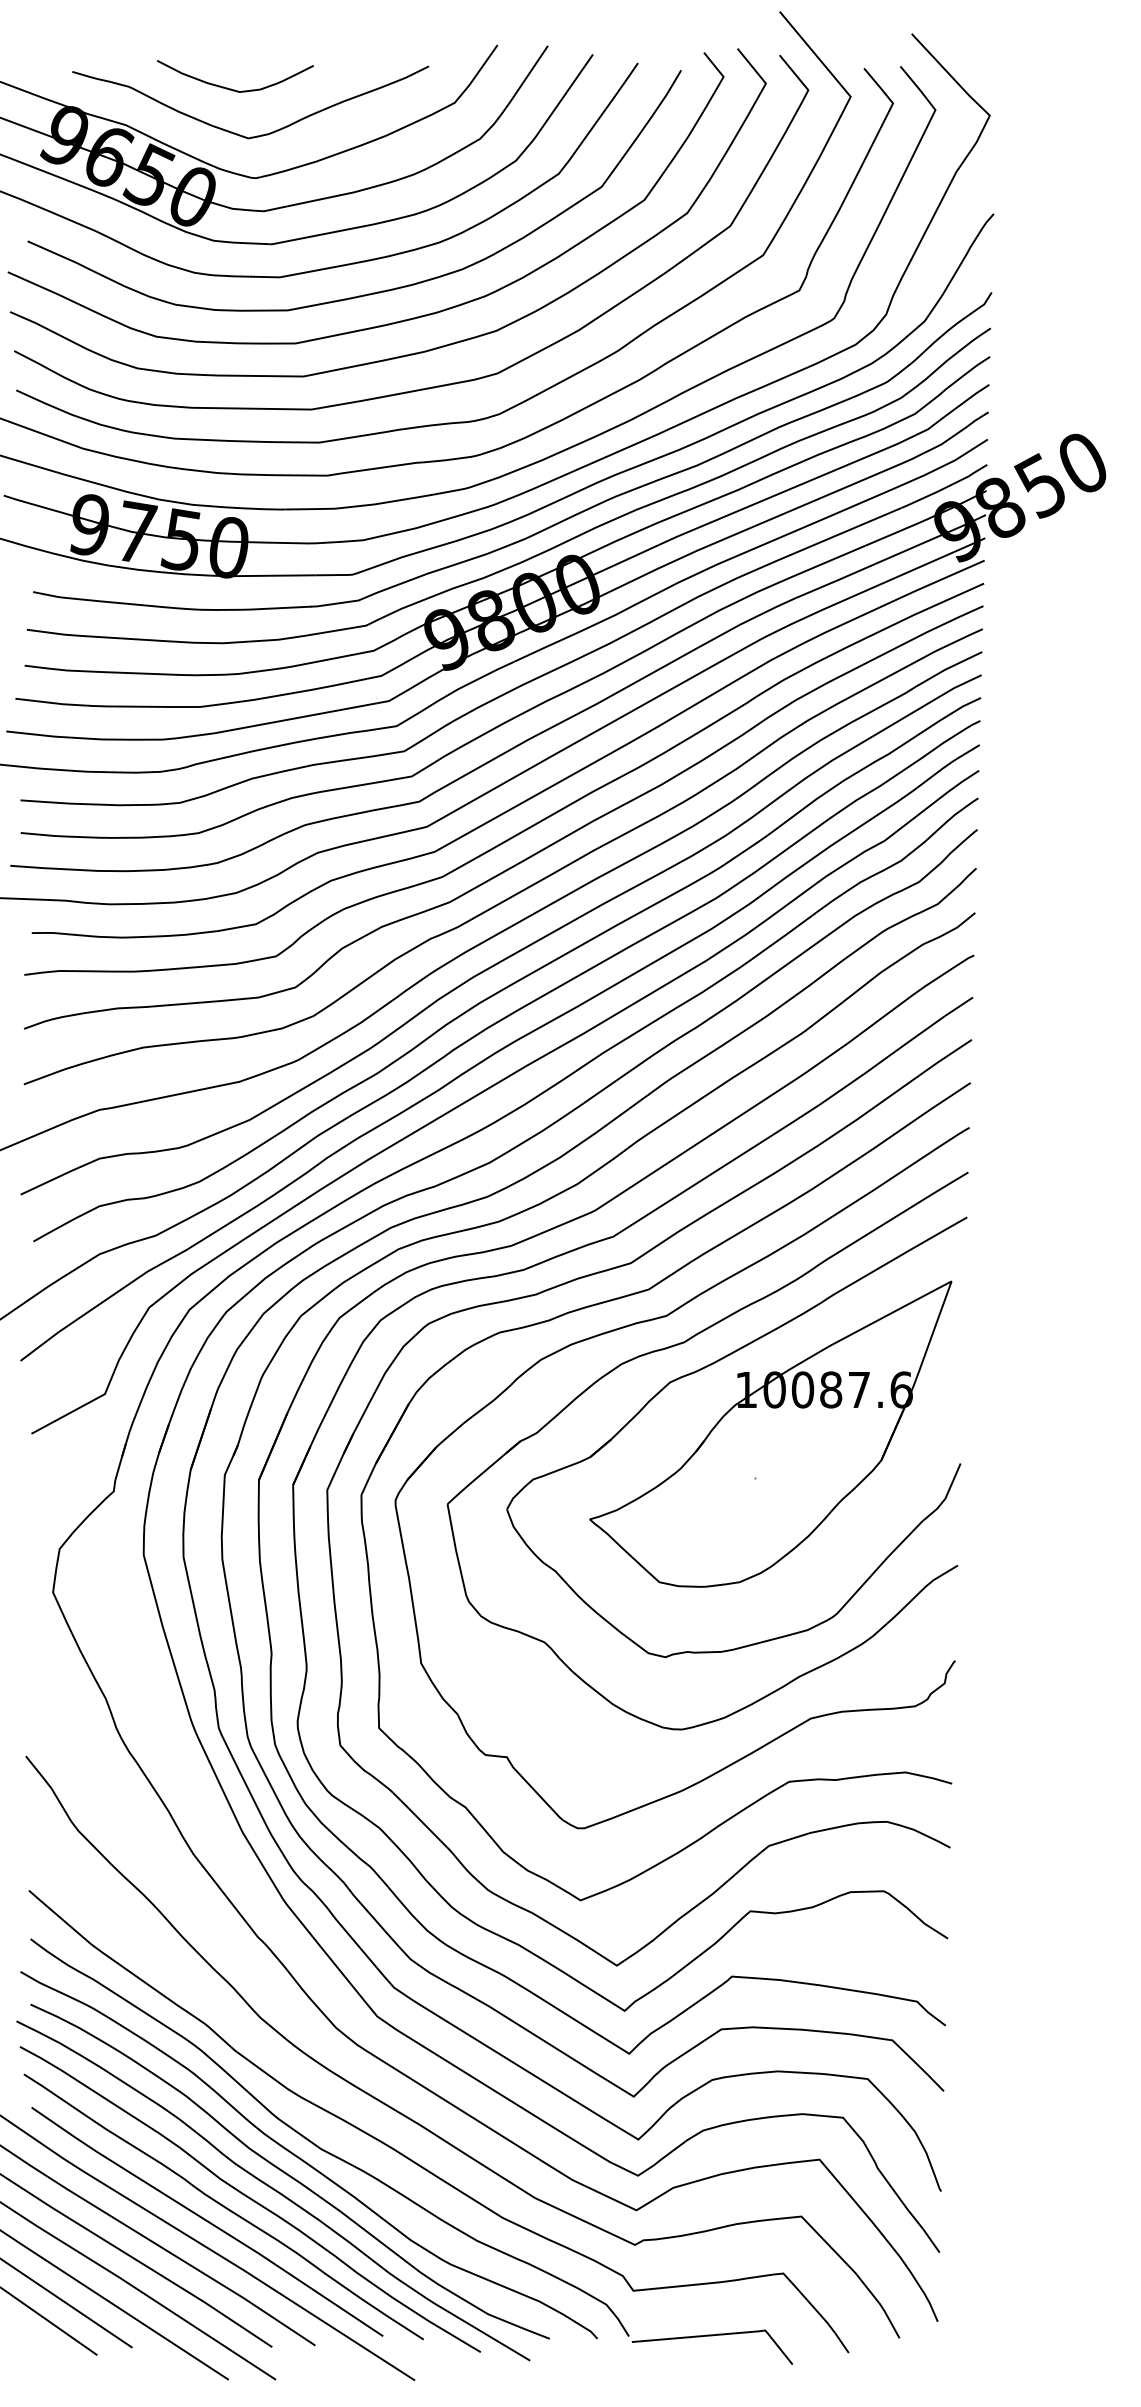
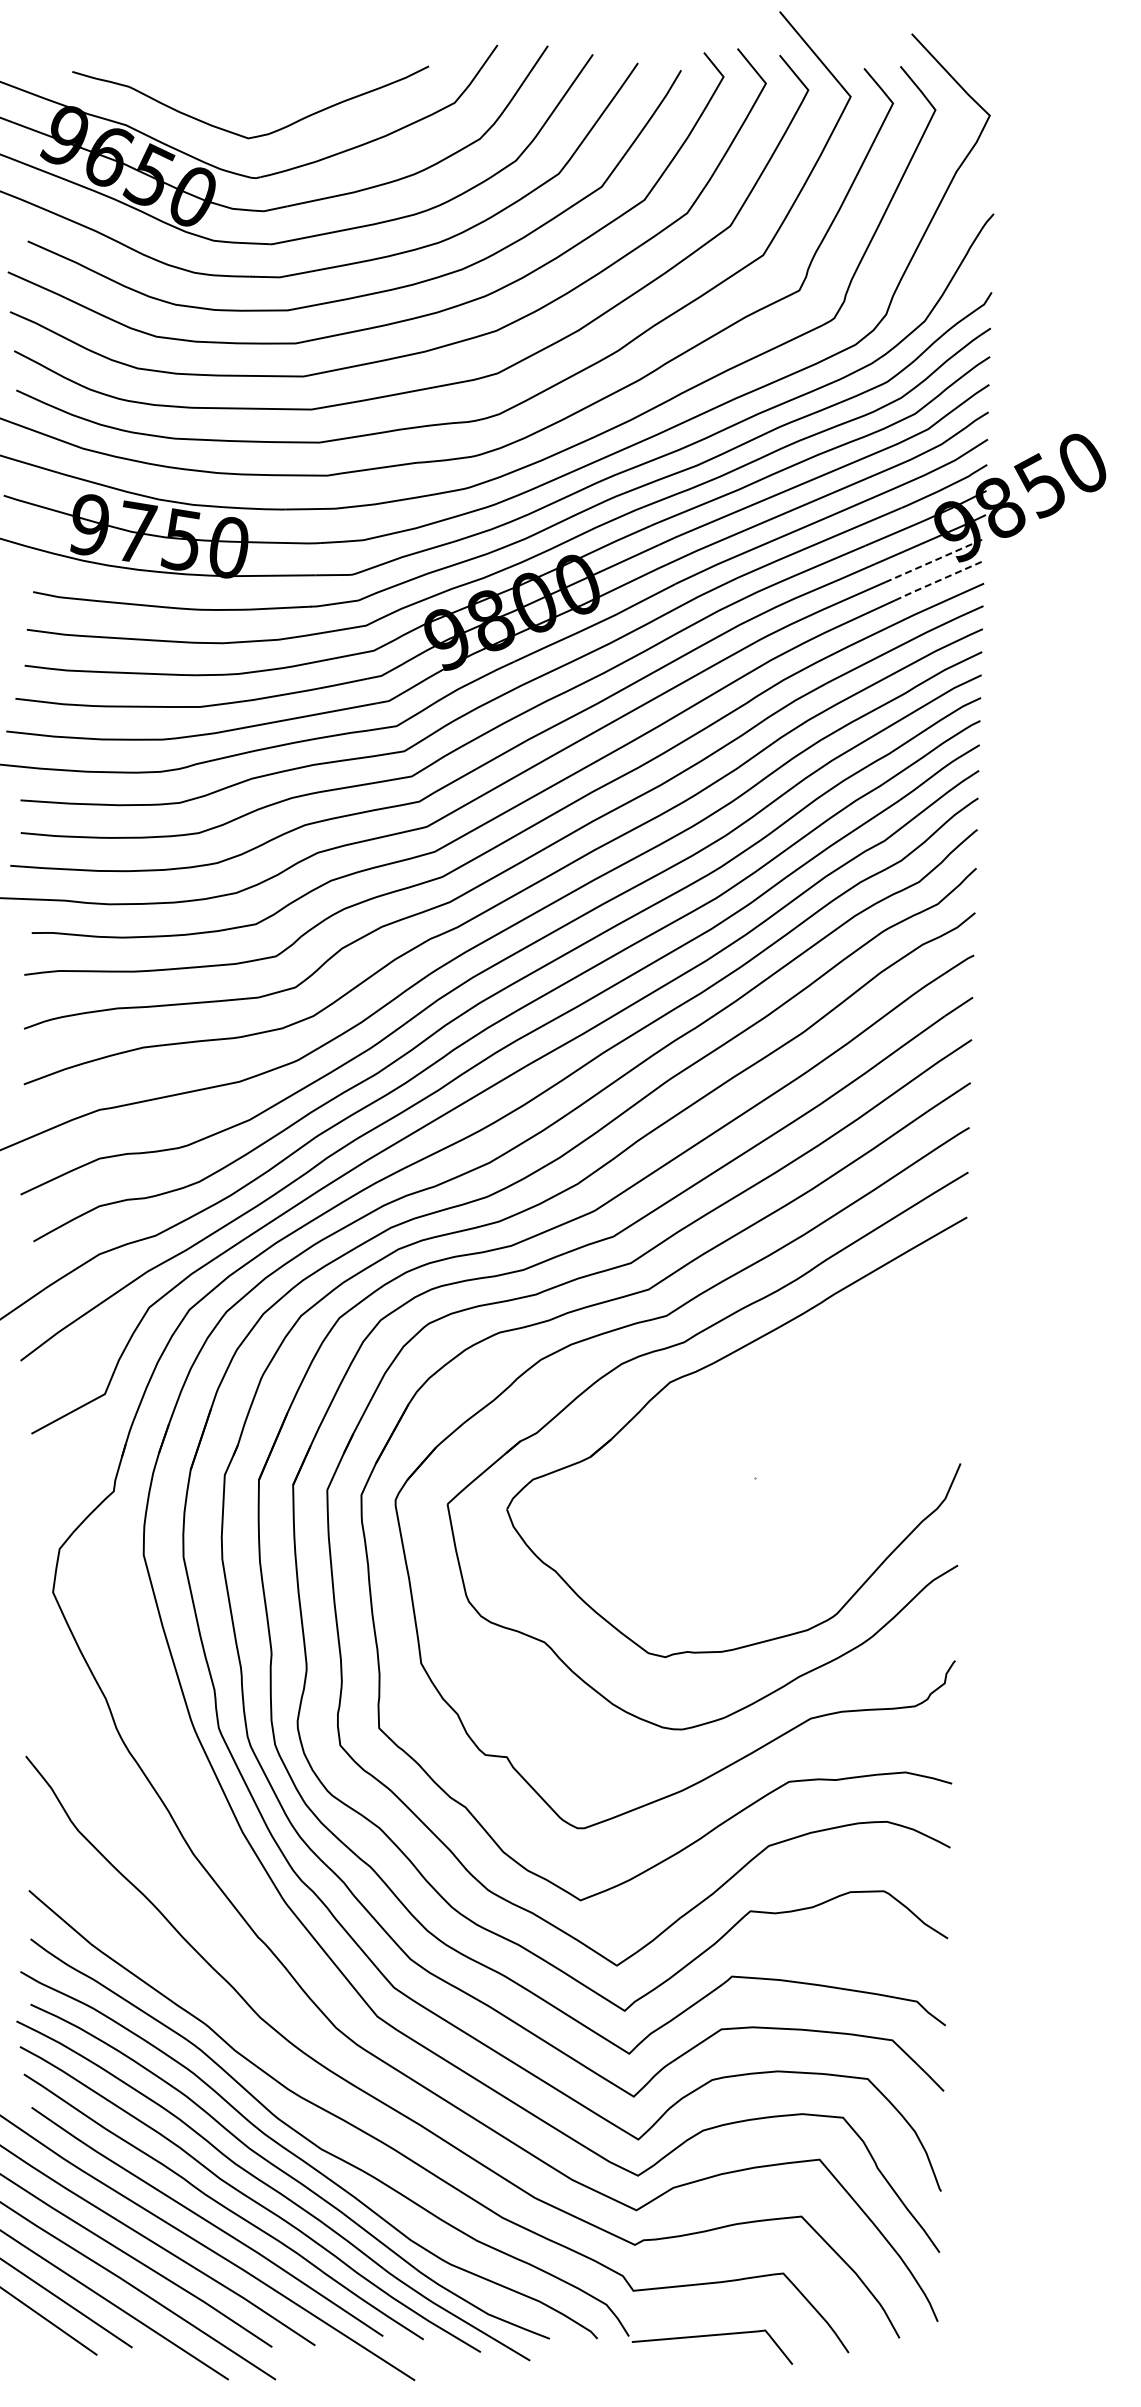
curve at (231, 88): present -> none
line at (935, 560): solid -> dashed
line at (939, 580): solid -> dashed
part at (770, 1433): present -> none
